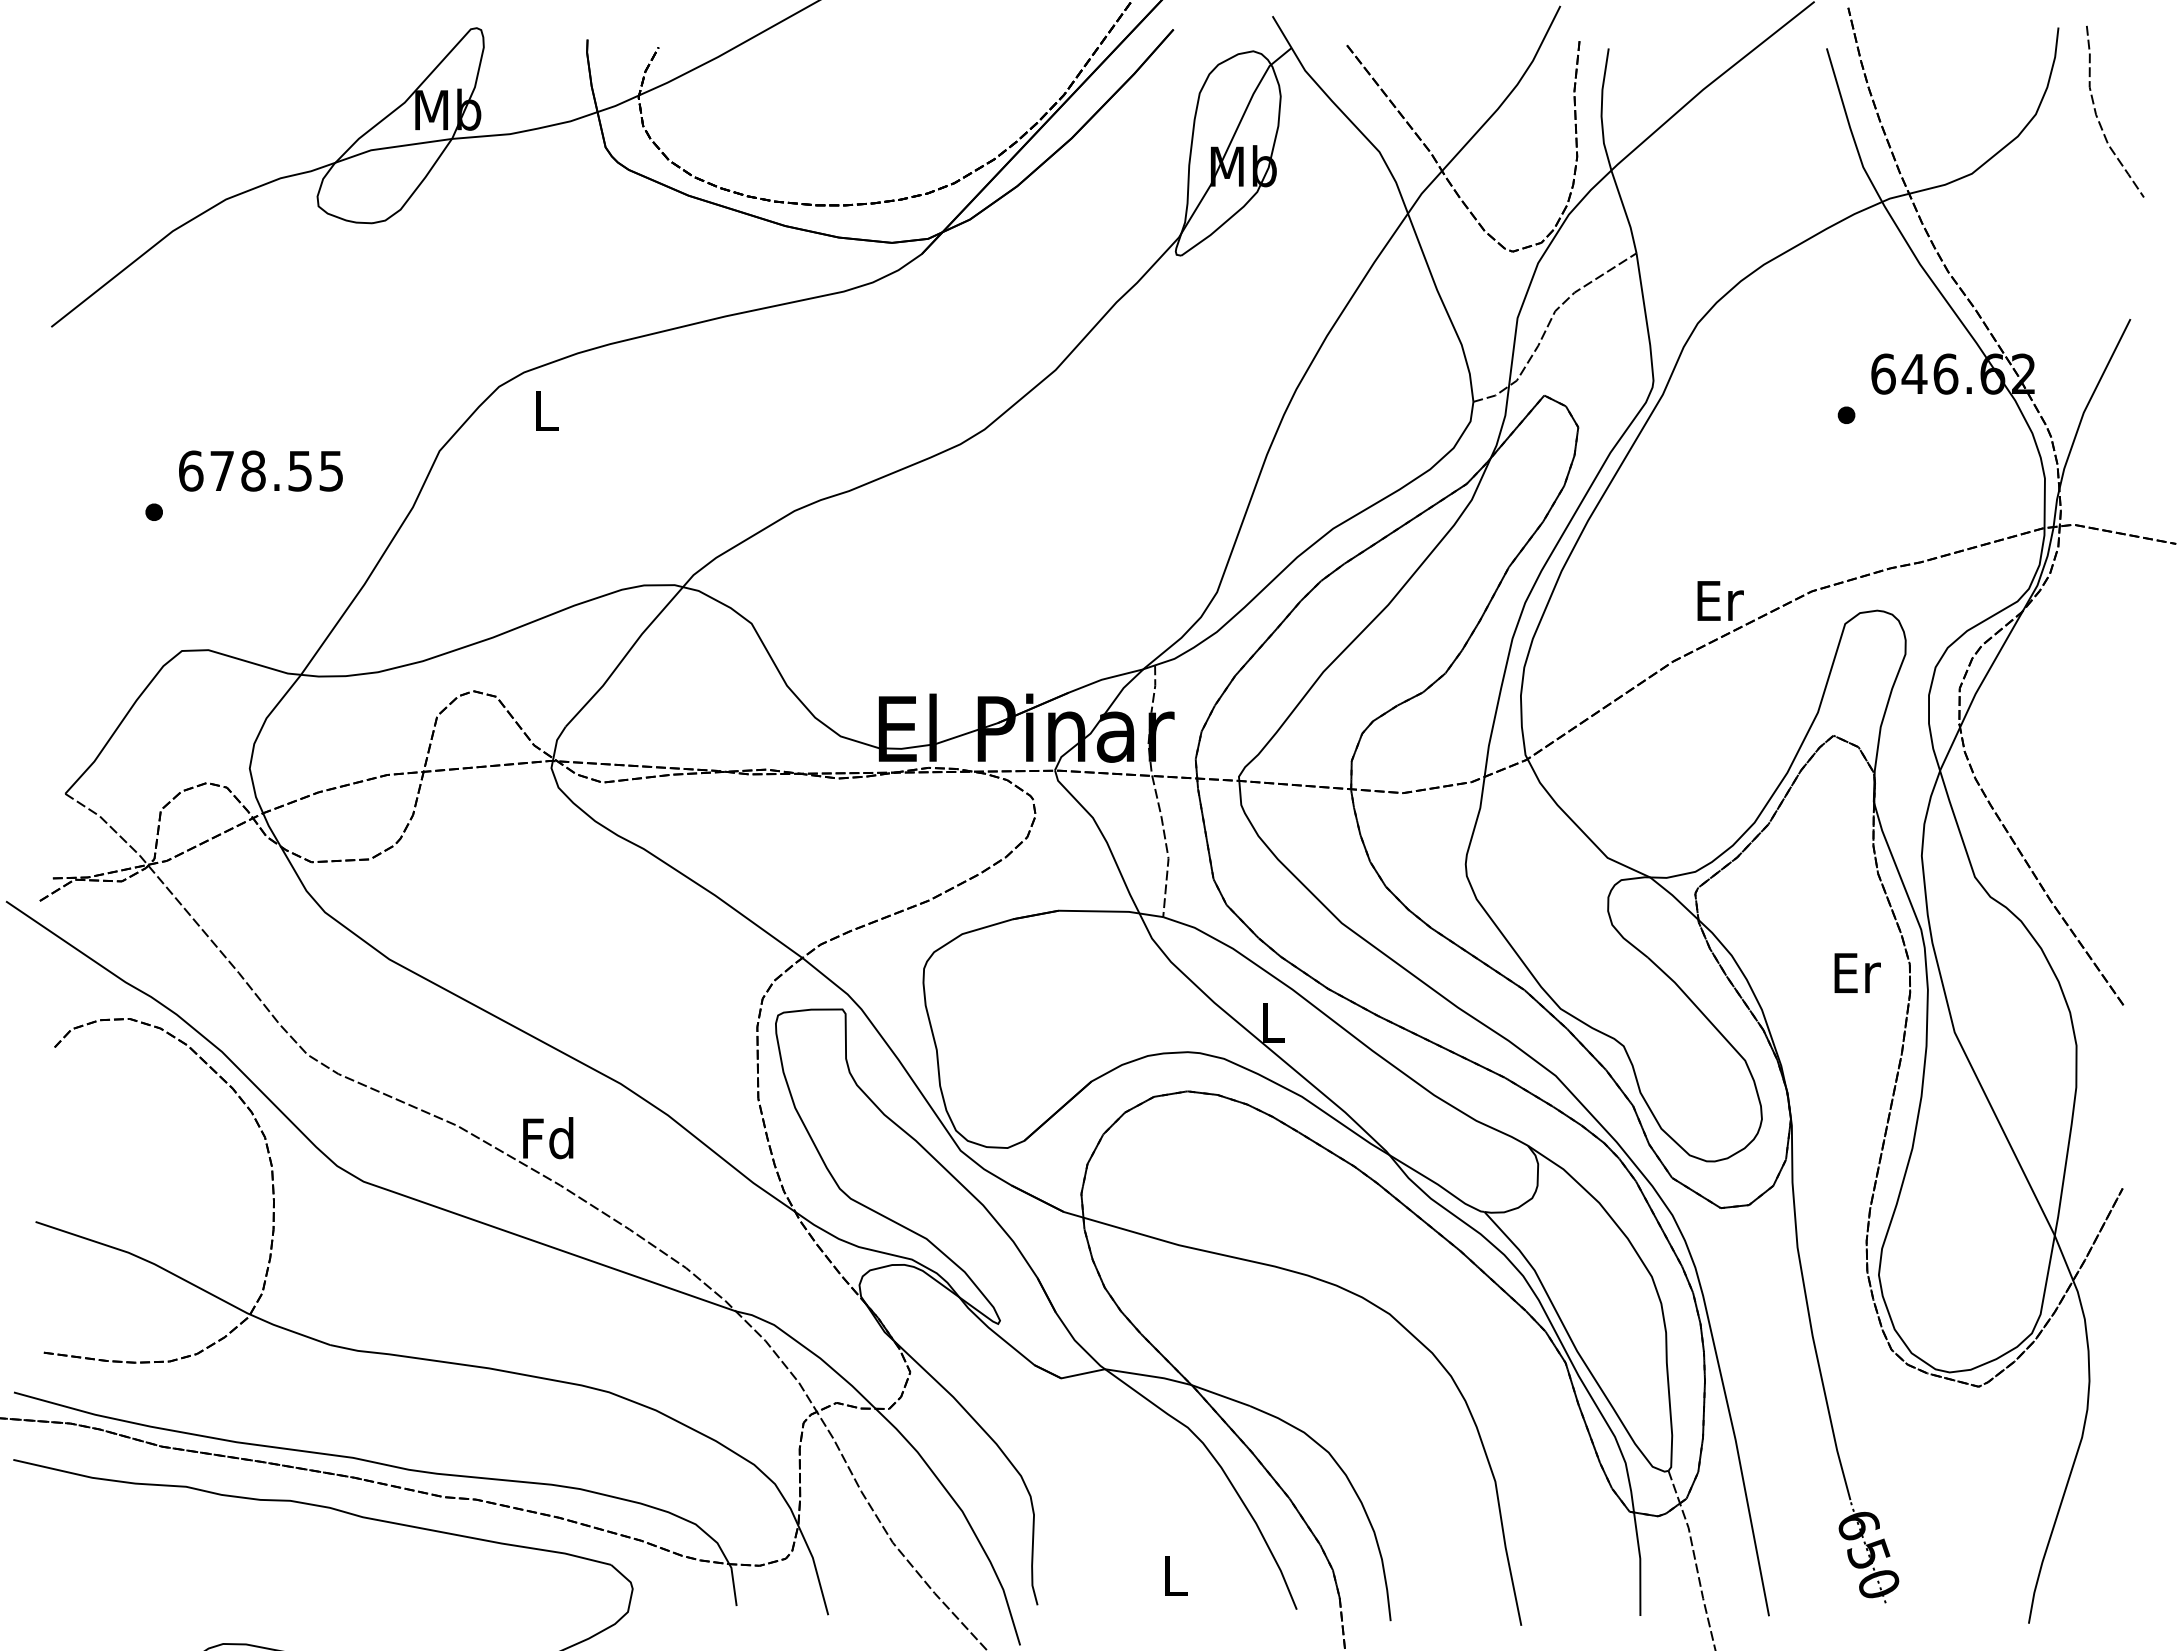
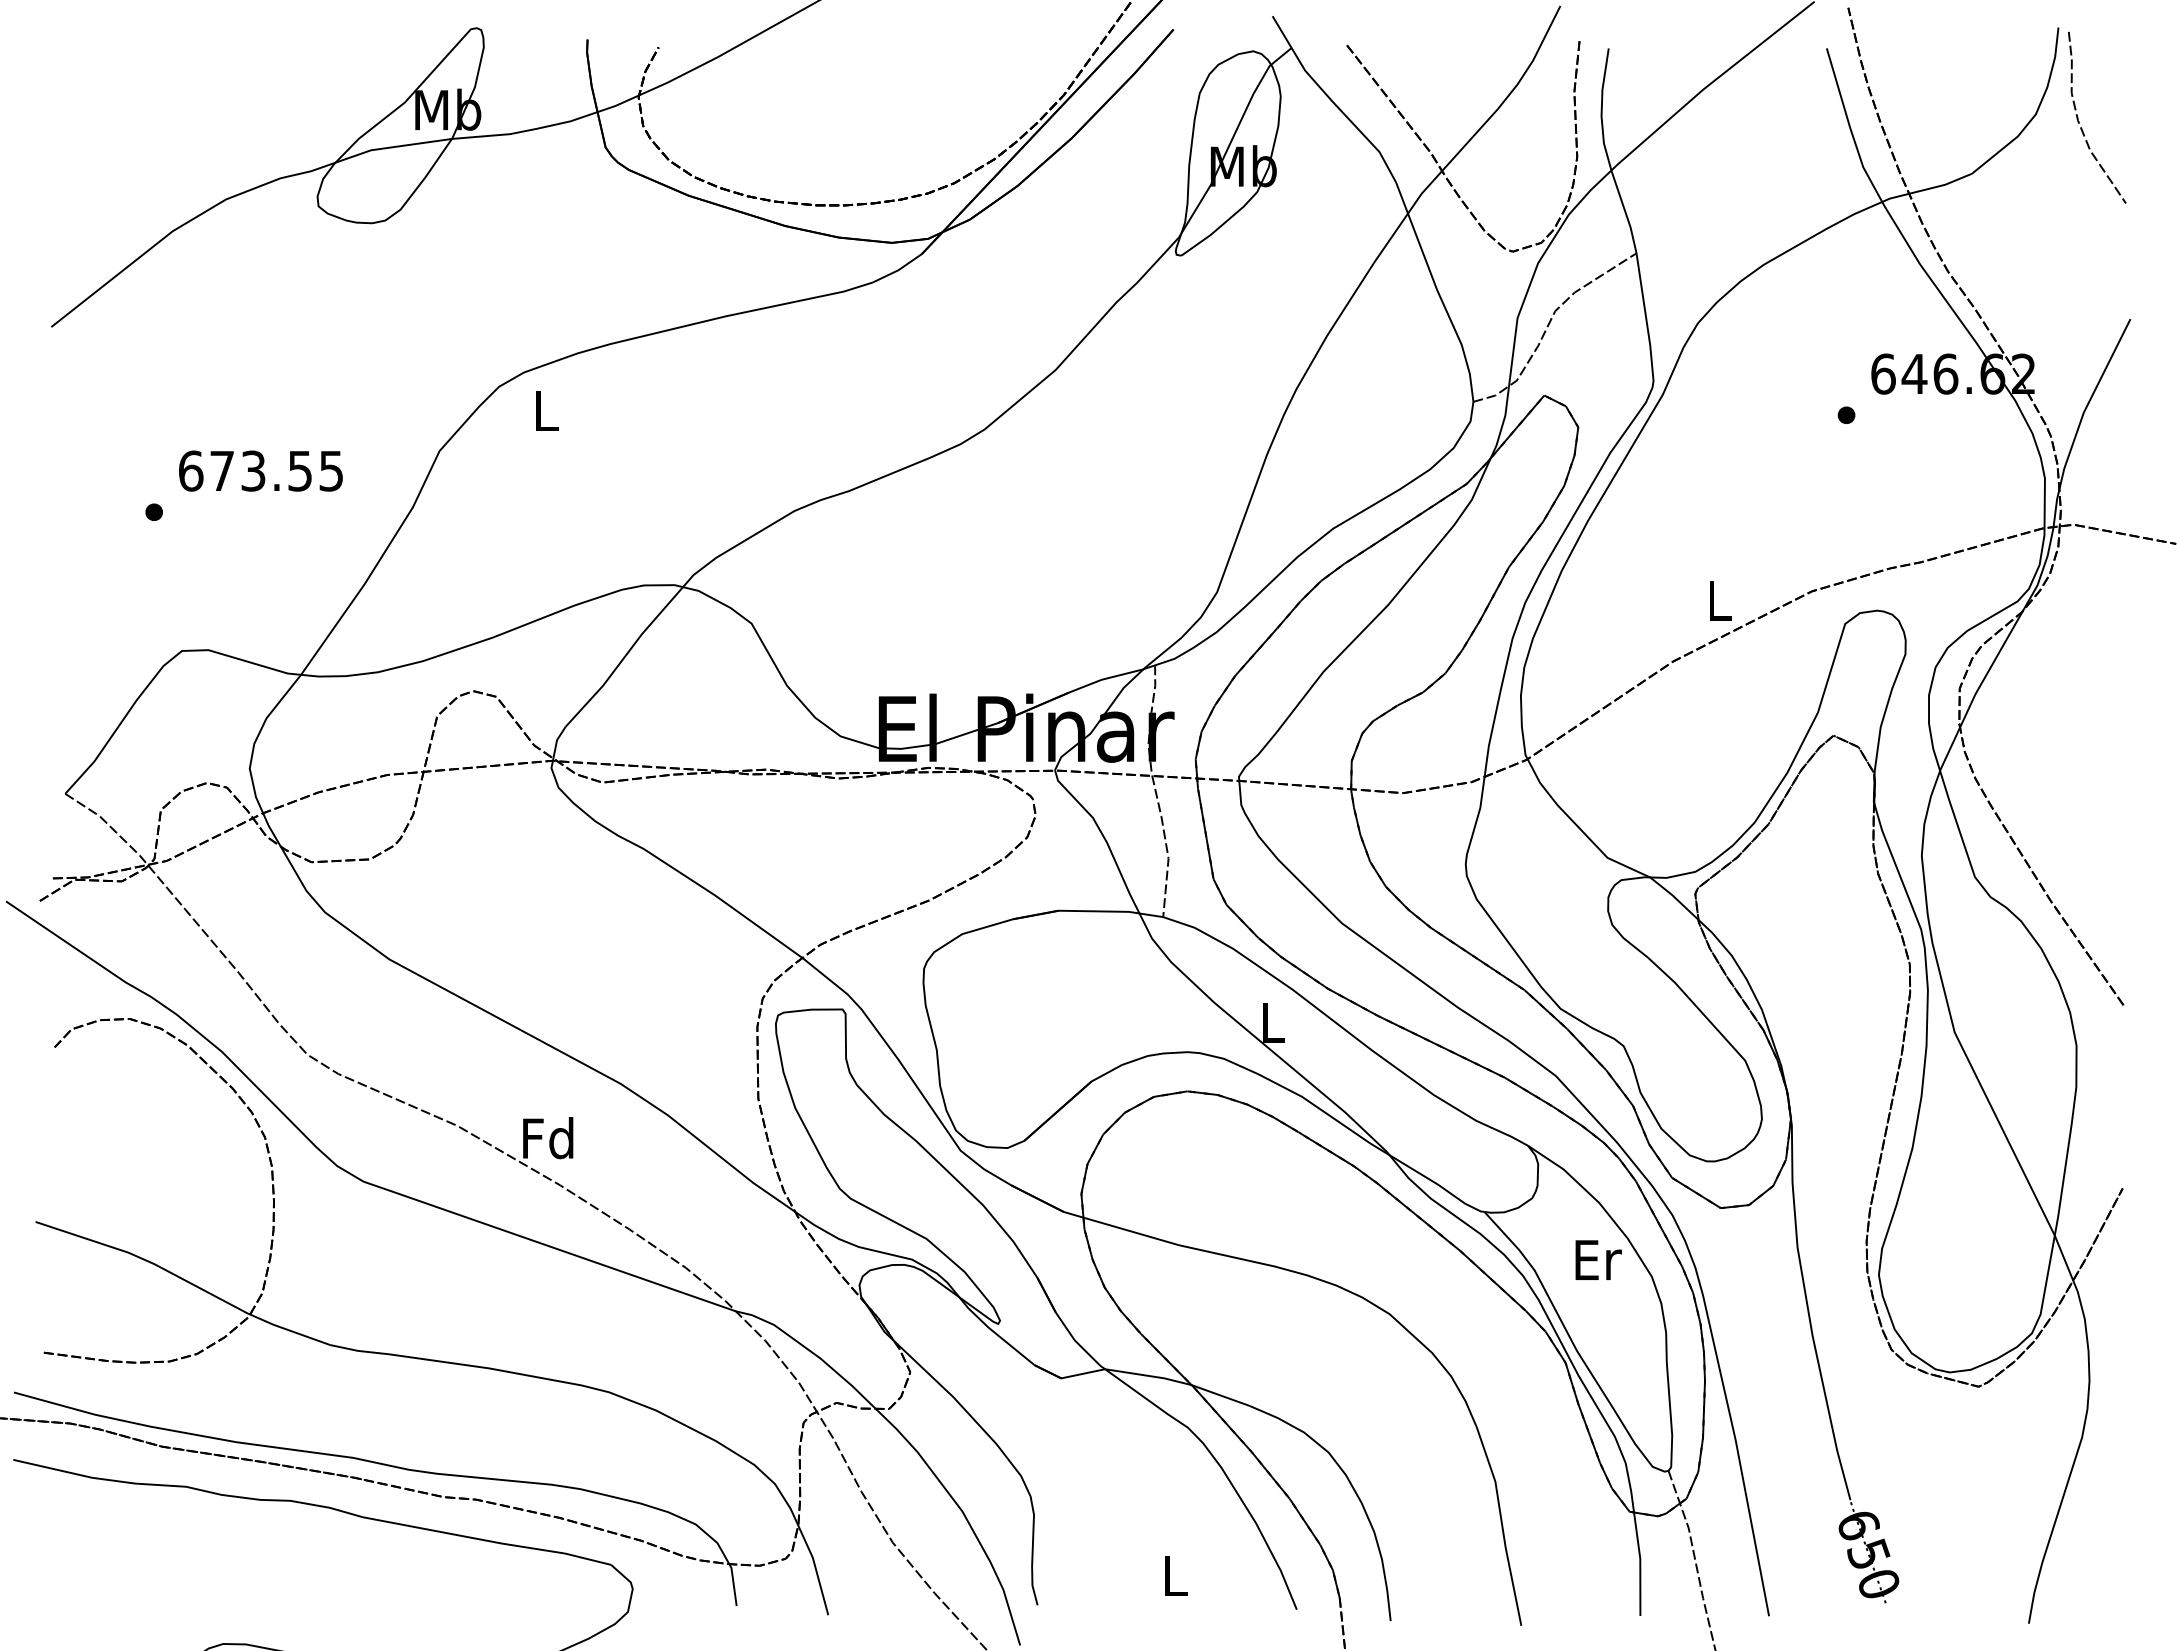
curve at (2097, 115) position: (2097, 115) -> (2079, 121)
text at (253, 470): 678.55 -> 673.55
text at (1720, 600): Er -> L
text at (1857, 972) position: (1857, 972) -> (1598, 1259)
